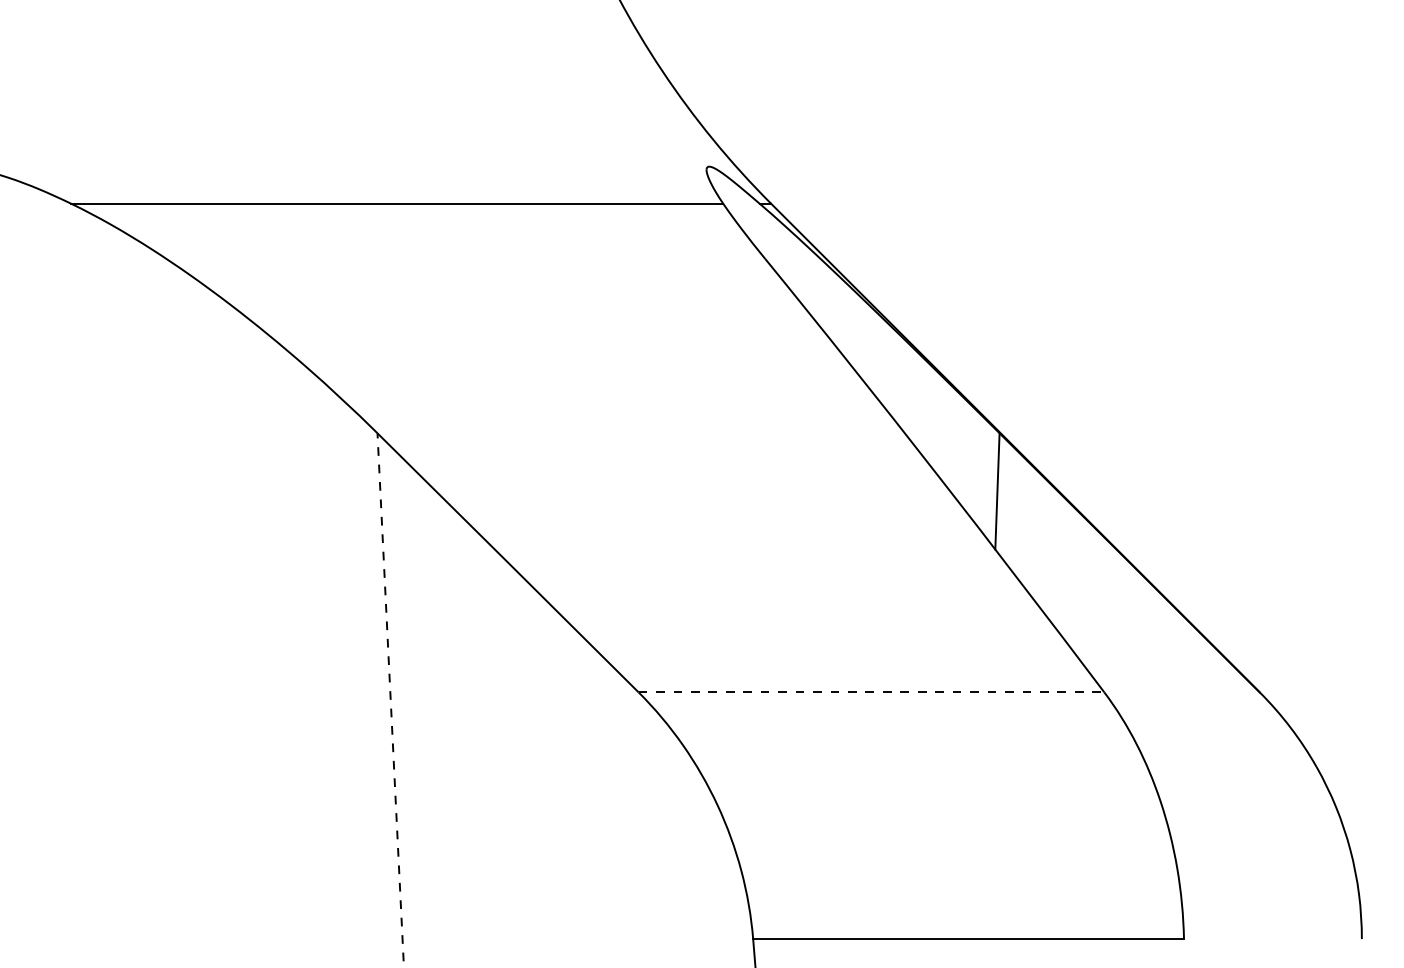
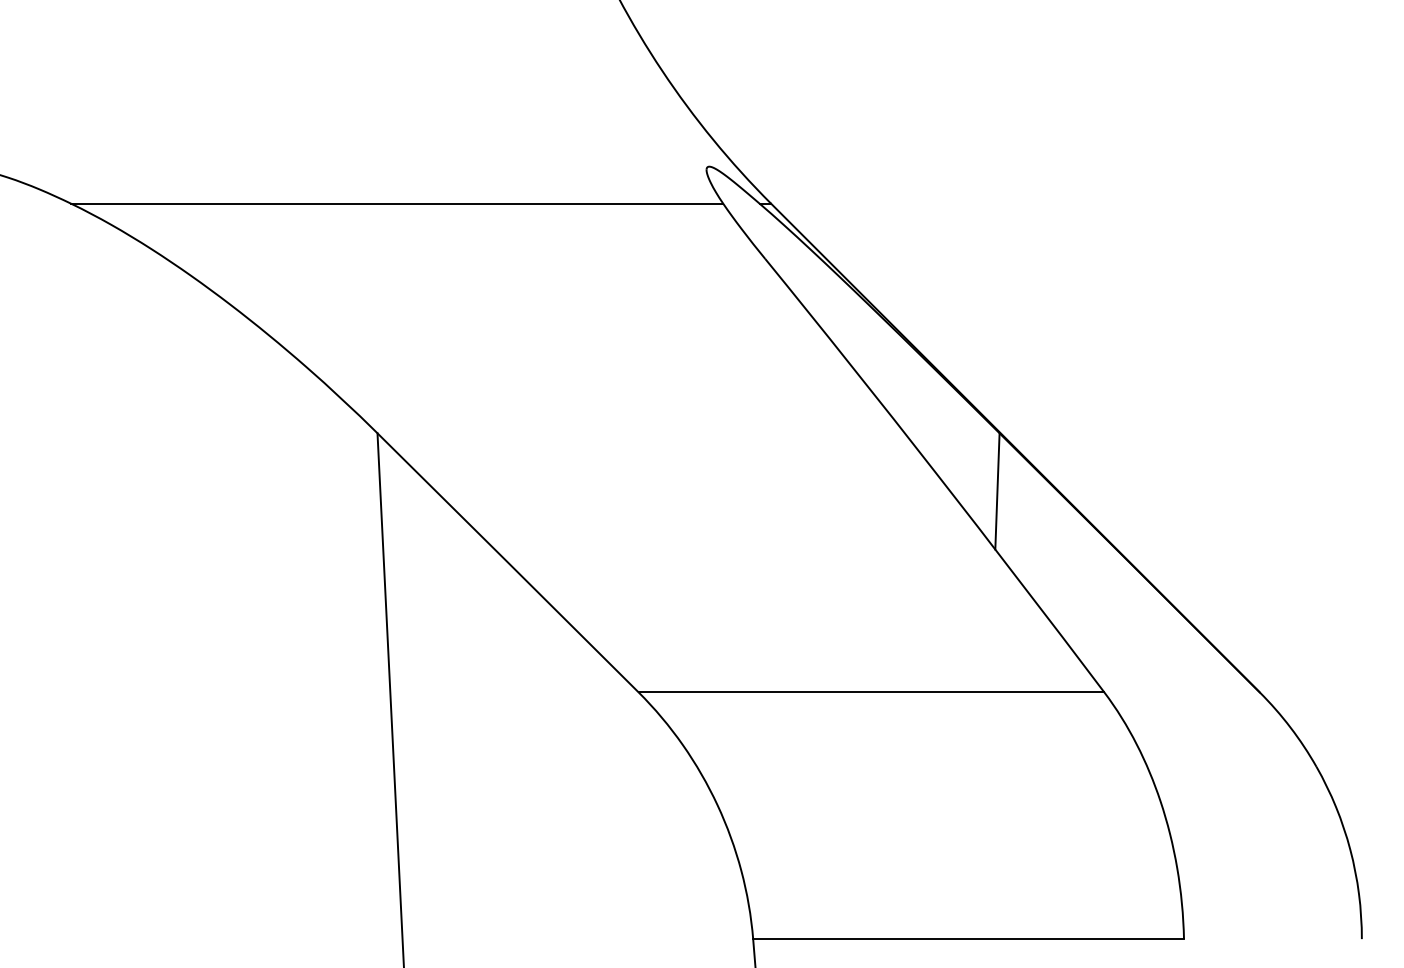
line at (871, 692): dashed -> solid
line at (390, 699): dashed -> solid
